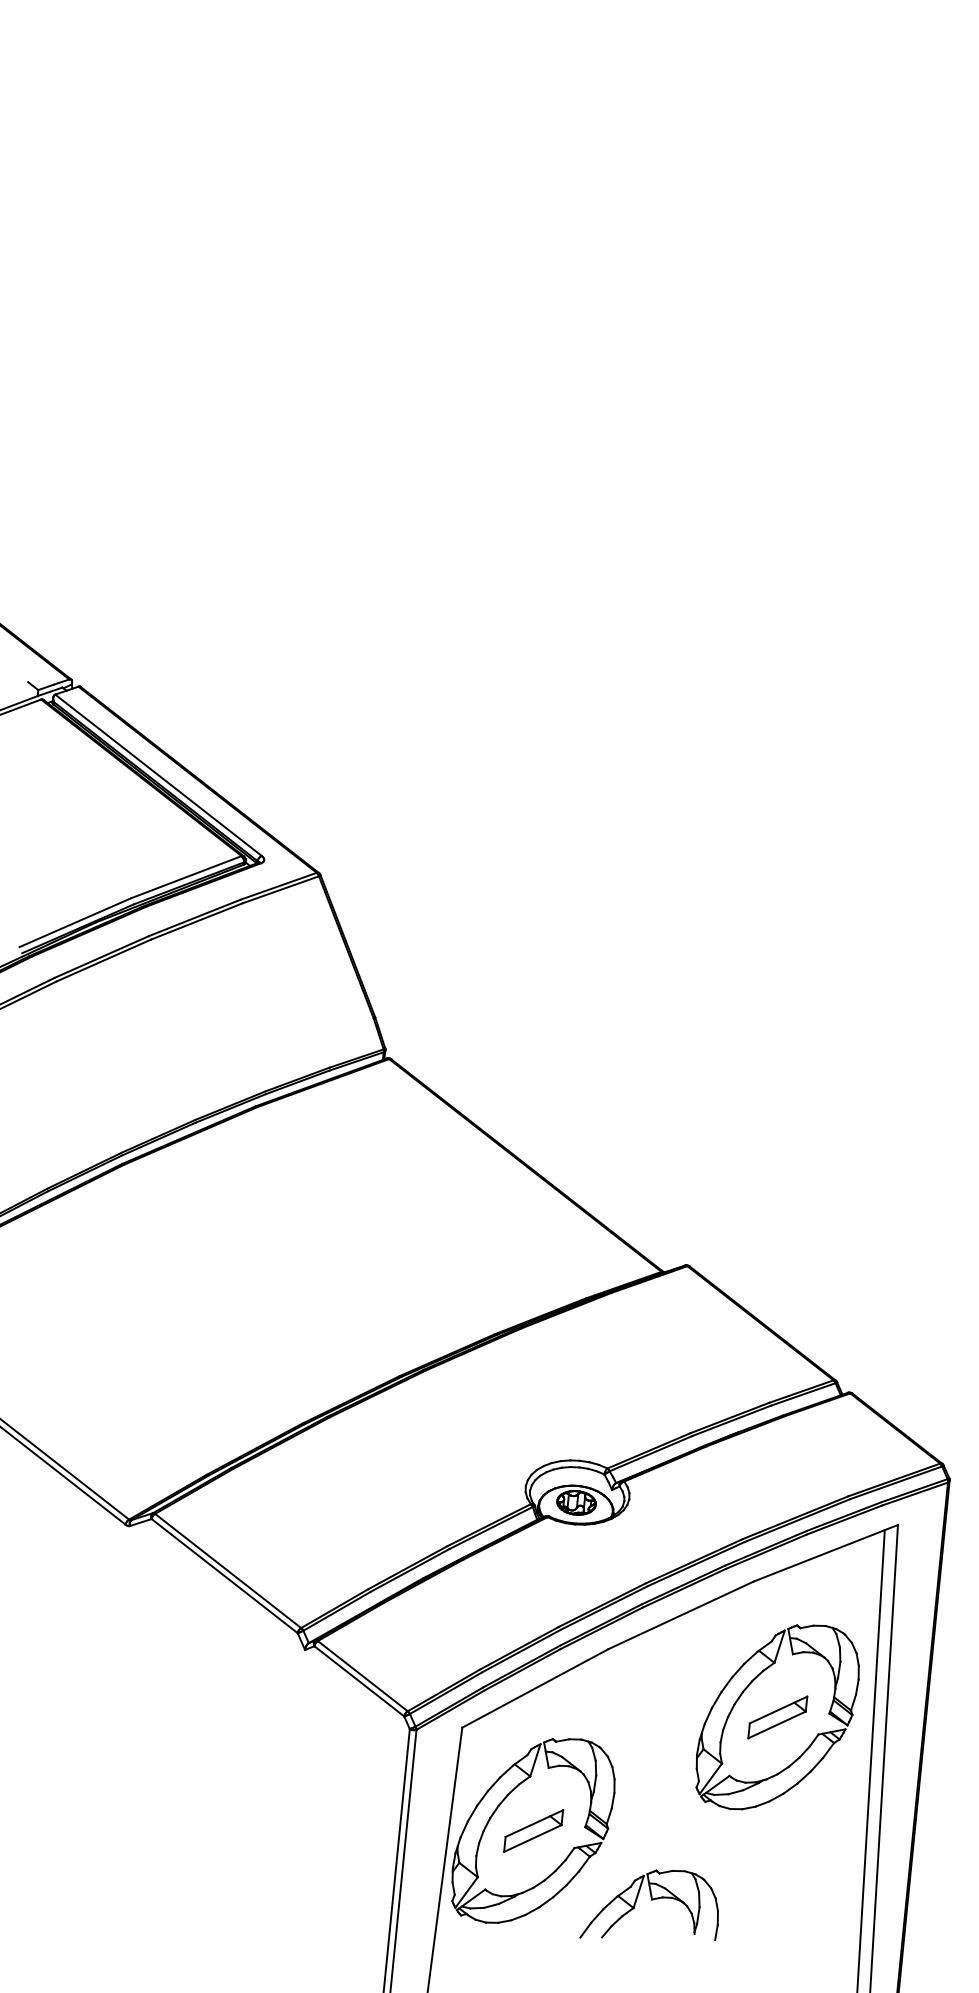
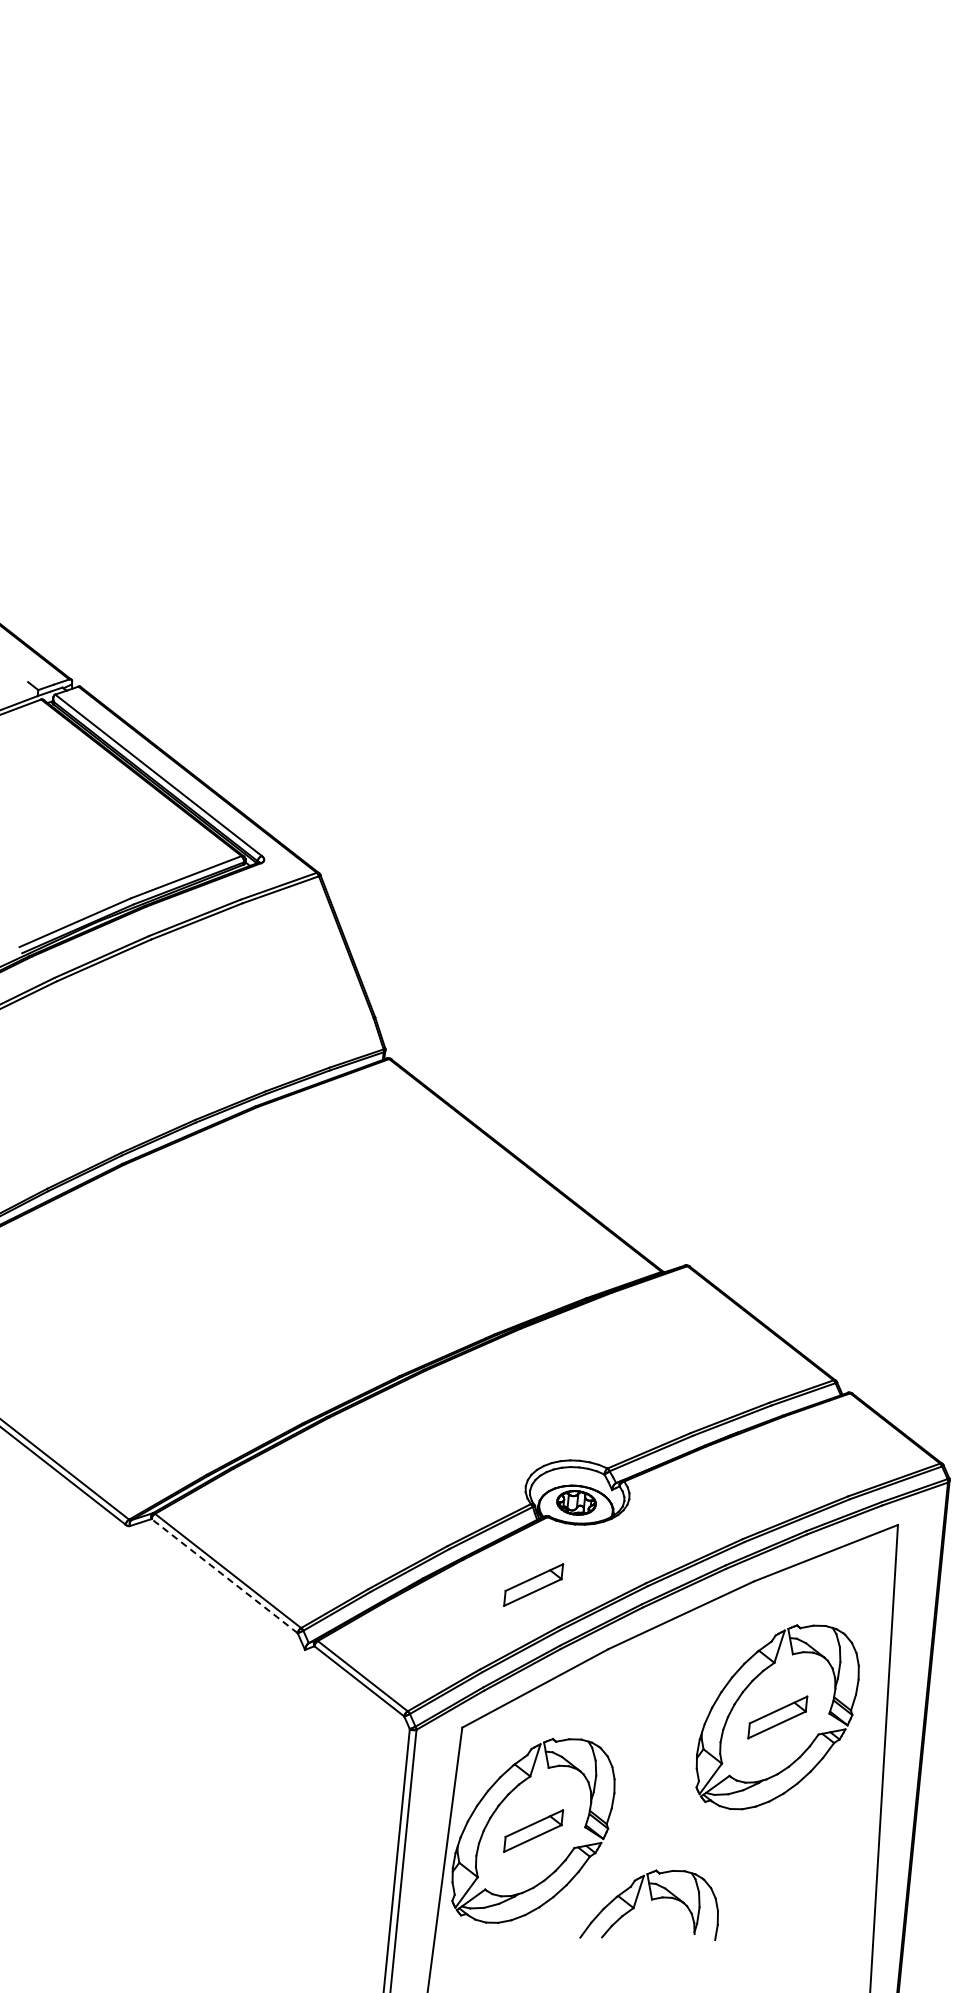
line at (224, 1576): solid -> dashed
part at (533, 1584): none -> present
line at (870, 1759): present -> none
